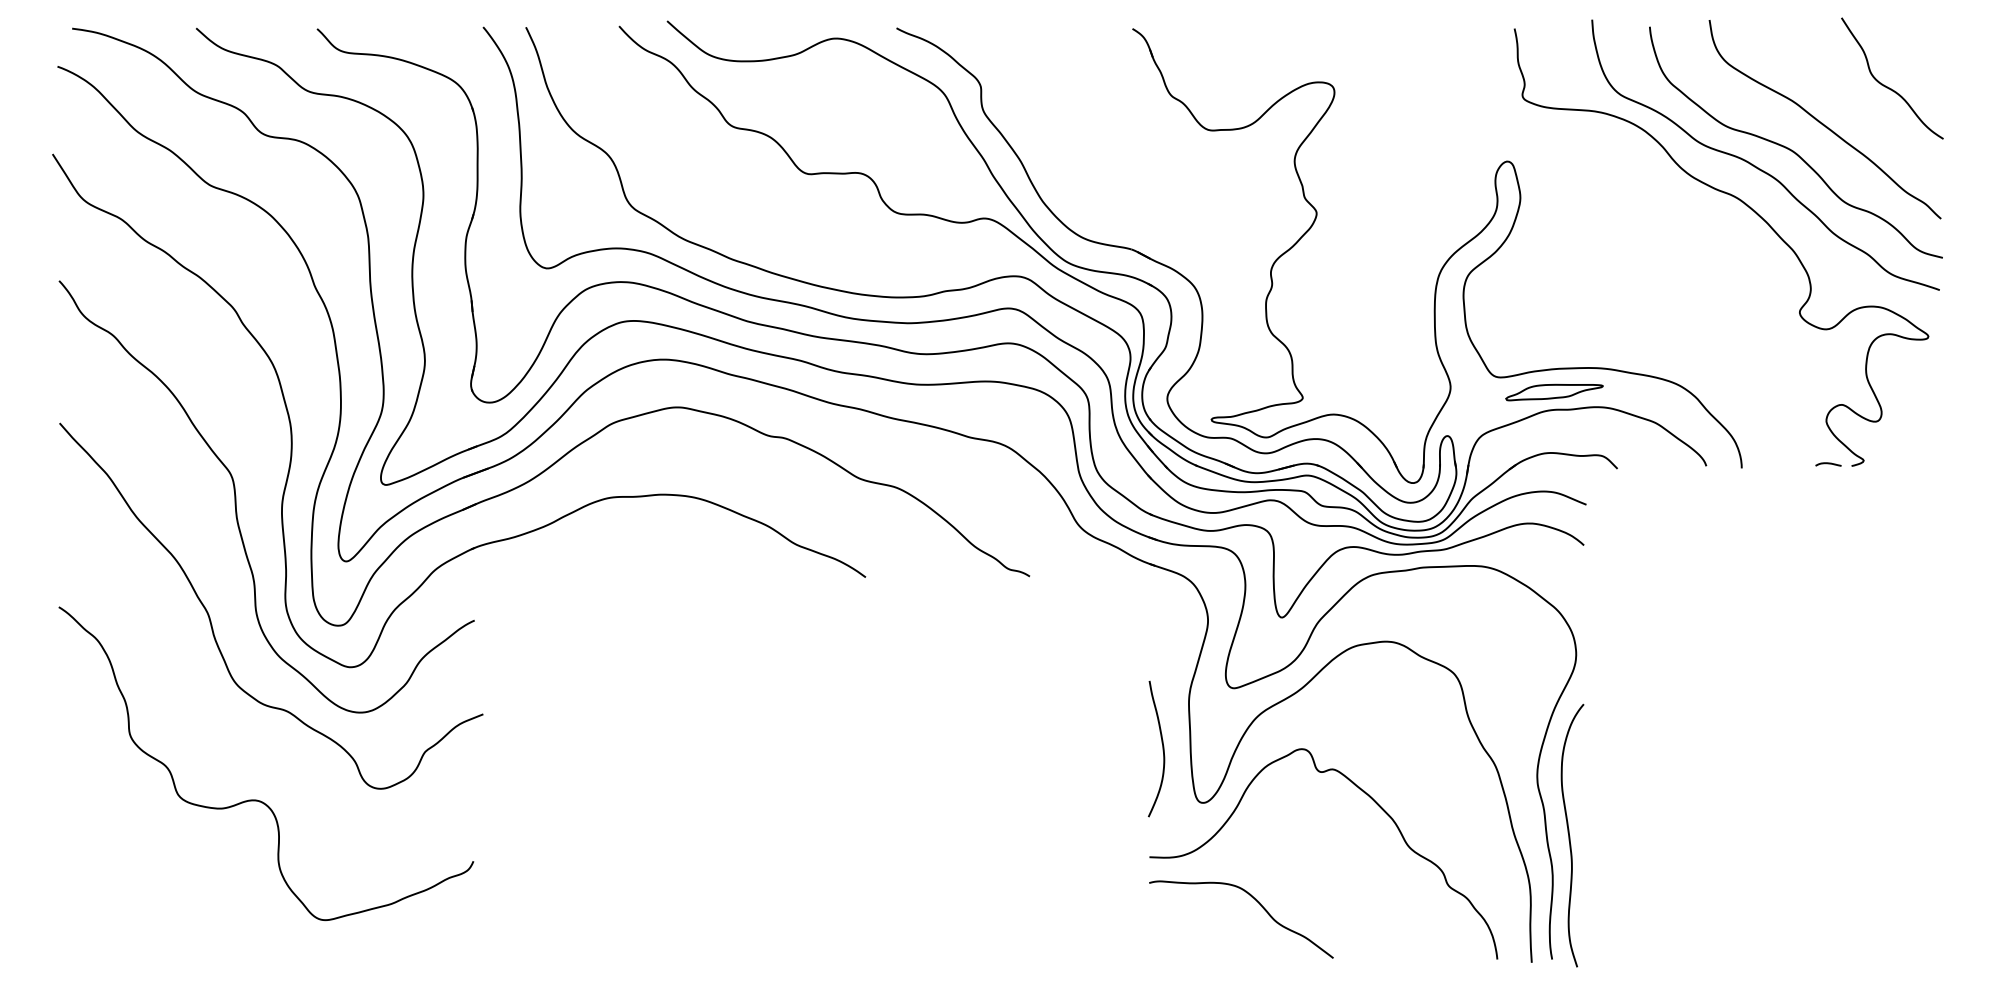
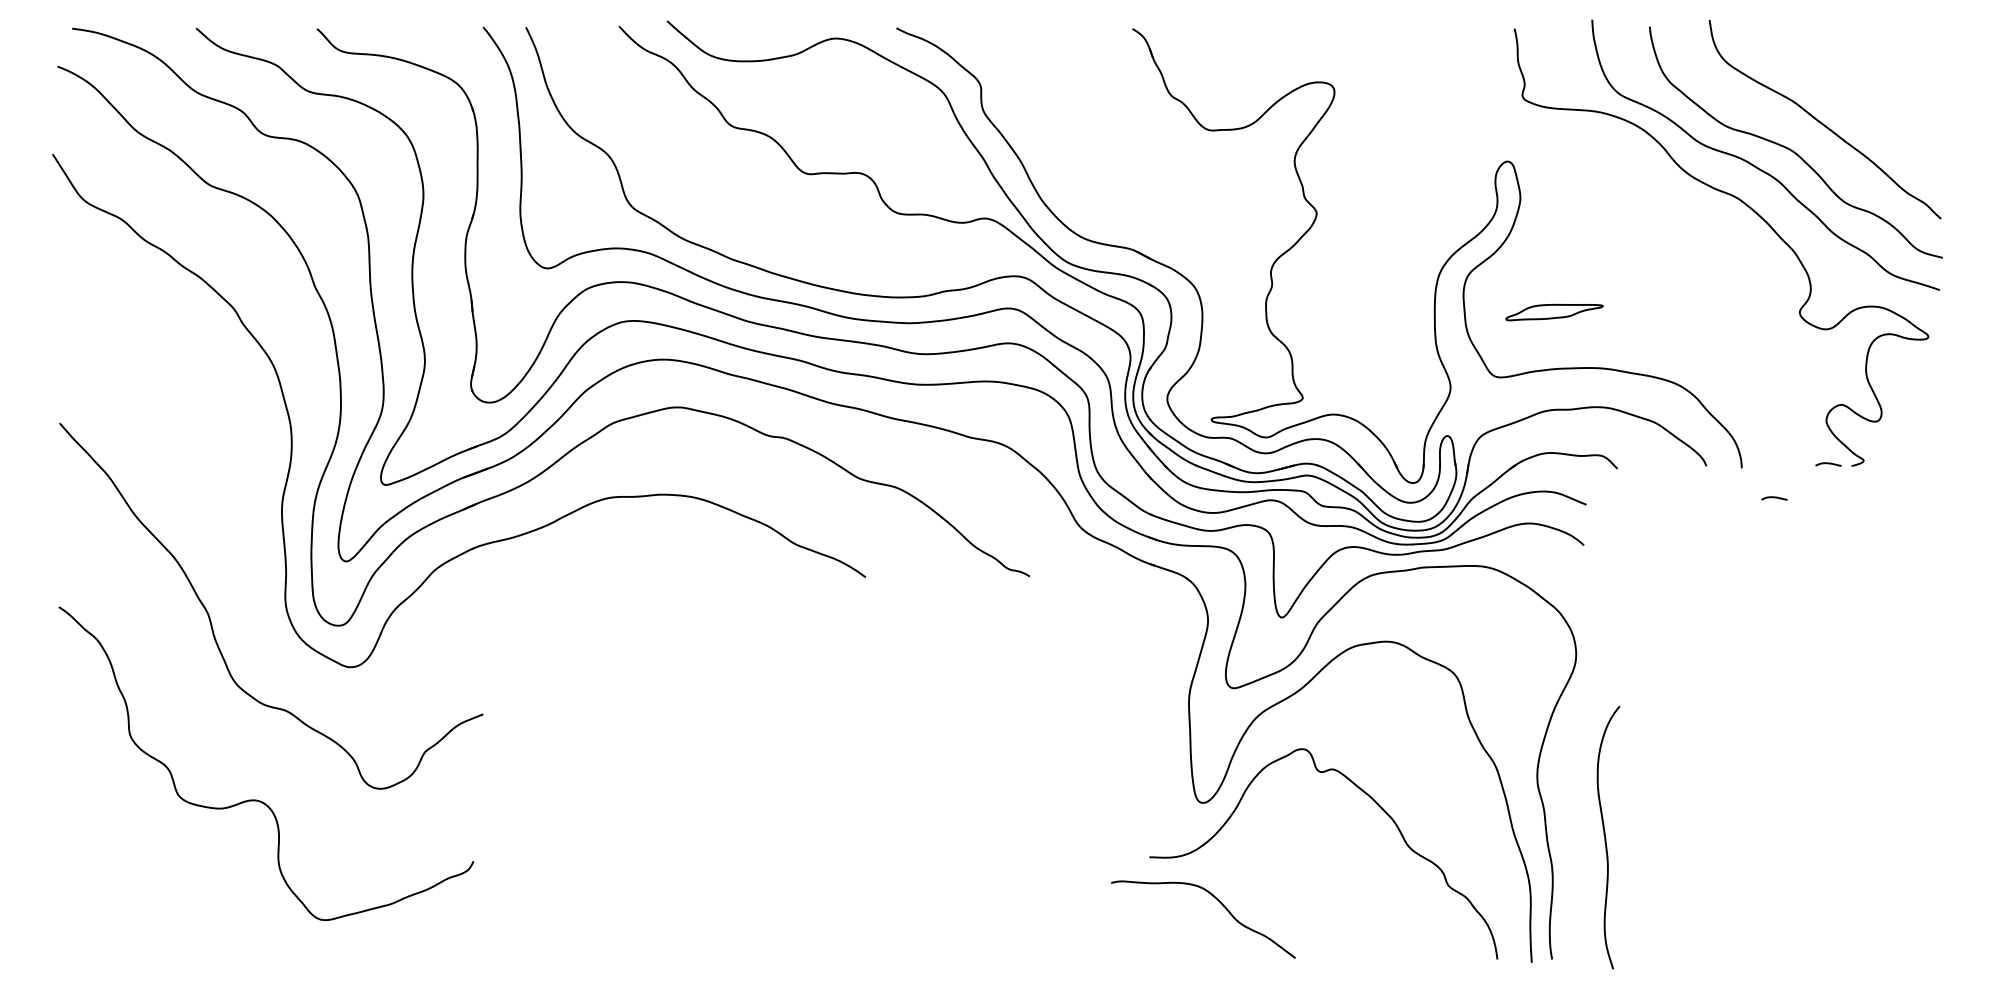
curve at (1887, 86): present -> none
part at (1554, 392) position: (1554, 392) -> (1554, 312)
curve at (236, 496): present -> none
curve at (1774, 498): none -> present
curve at (1162, 748): present -> none
curve at (1570, 836) position: (1570, 836) -> (1606, 838)
curve at (1257, 902) position: (1257, 902) -> (1219, 902)
